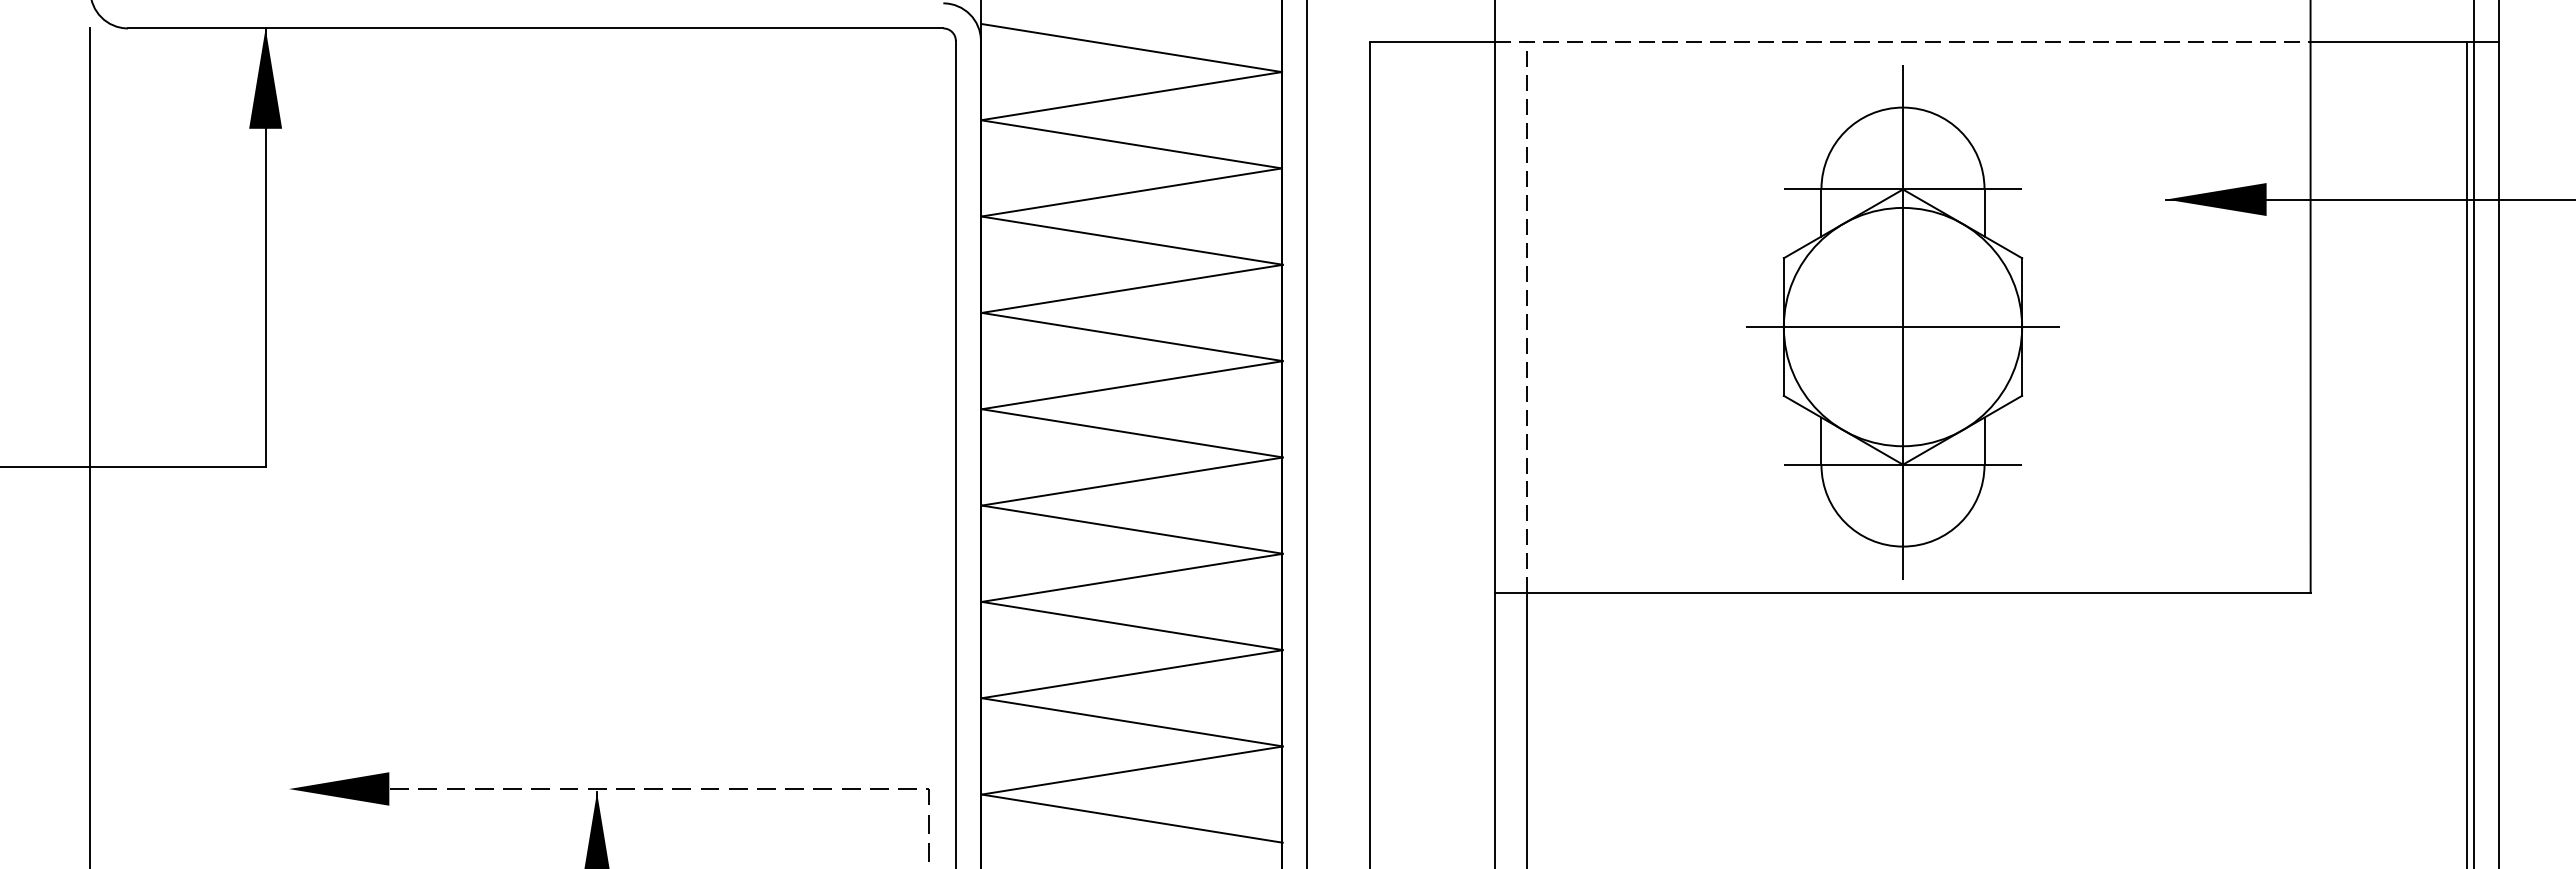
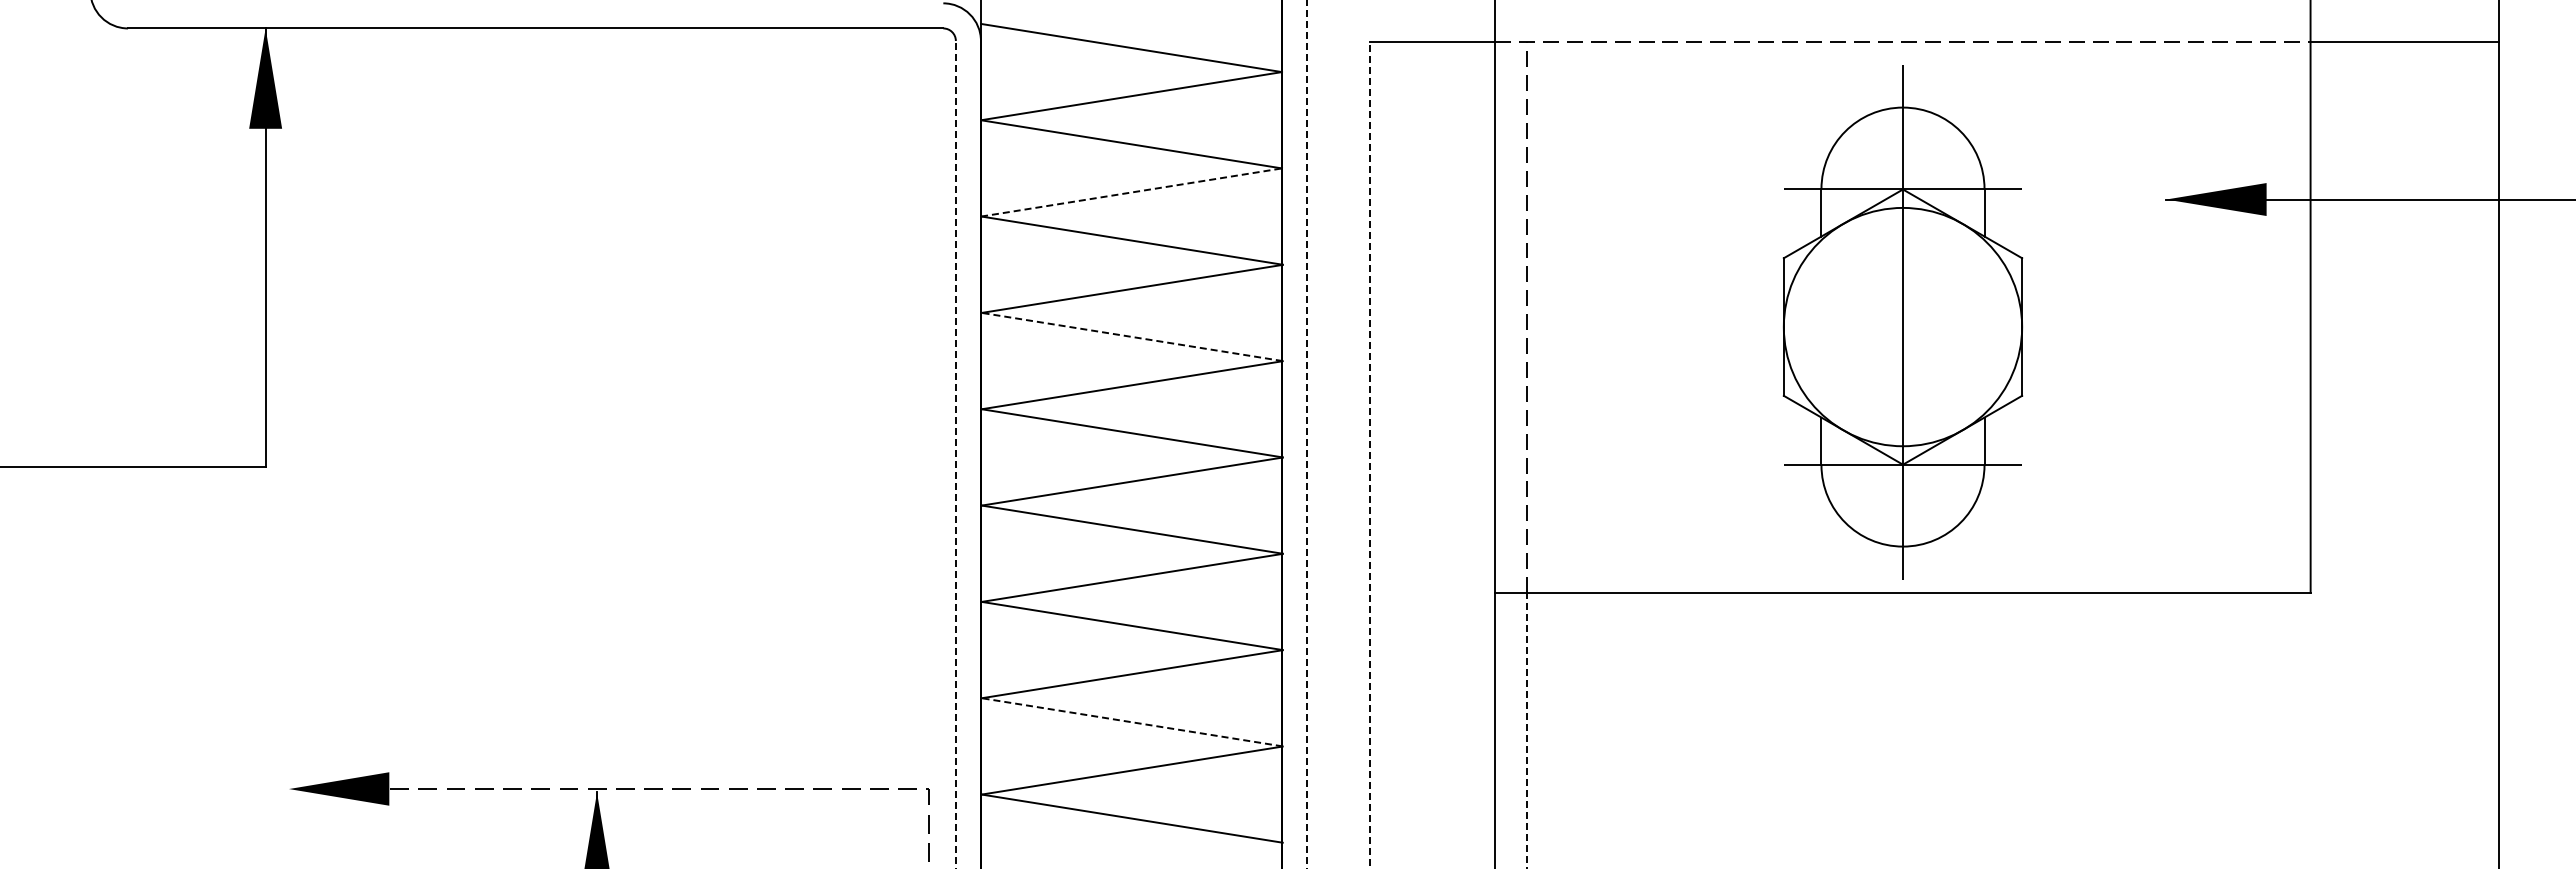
line at (1132, 192): solid -> dashed
line at (1902, 327): present -> none
line at (1131, 336): solid -> dashed
line at (2473, 433): present -> none
line at (1307, 434): solid -> dashed
line at (90, 446): present -> none
line at (2467, 453): present -> none
line at (955, 454): solid -> dashed
line at (1369, 455): solid -> dashed
line at (1131, 722): solid -> dashed
line at (1526, 730): solid -> dashed
